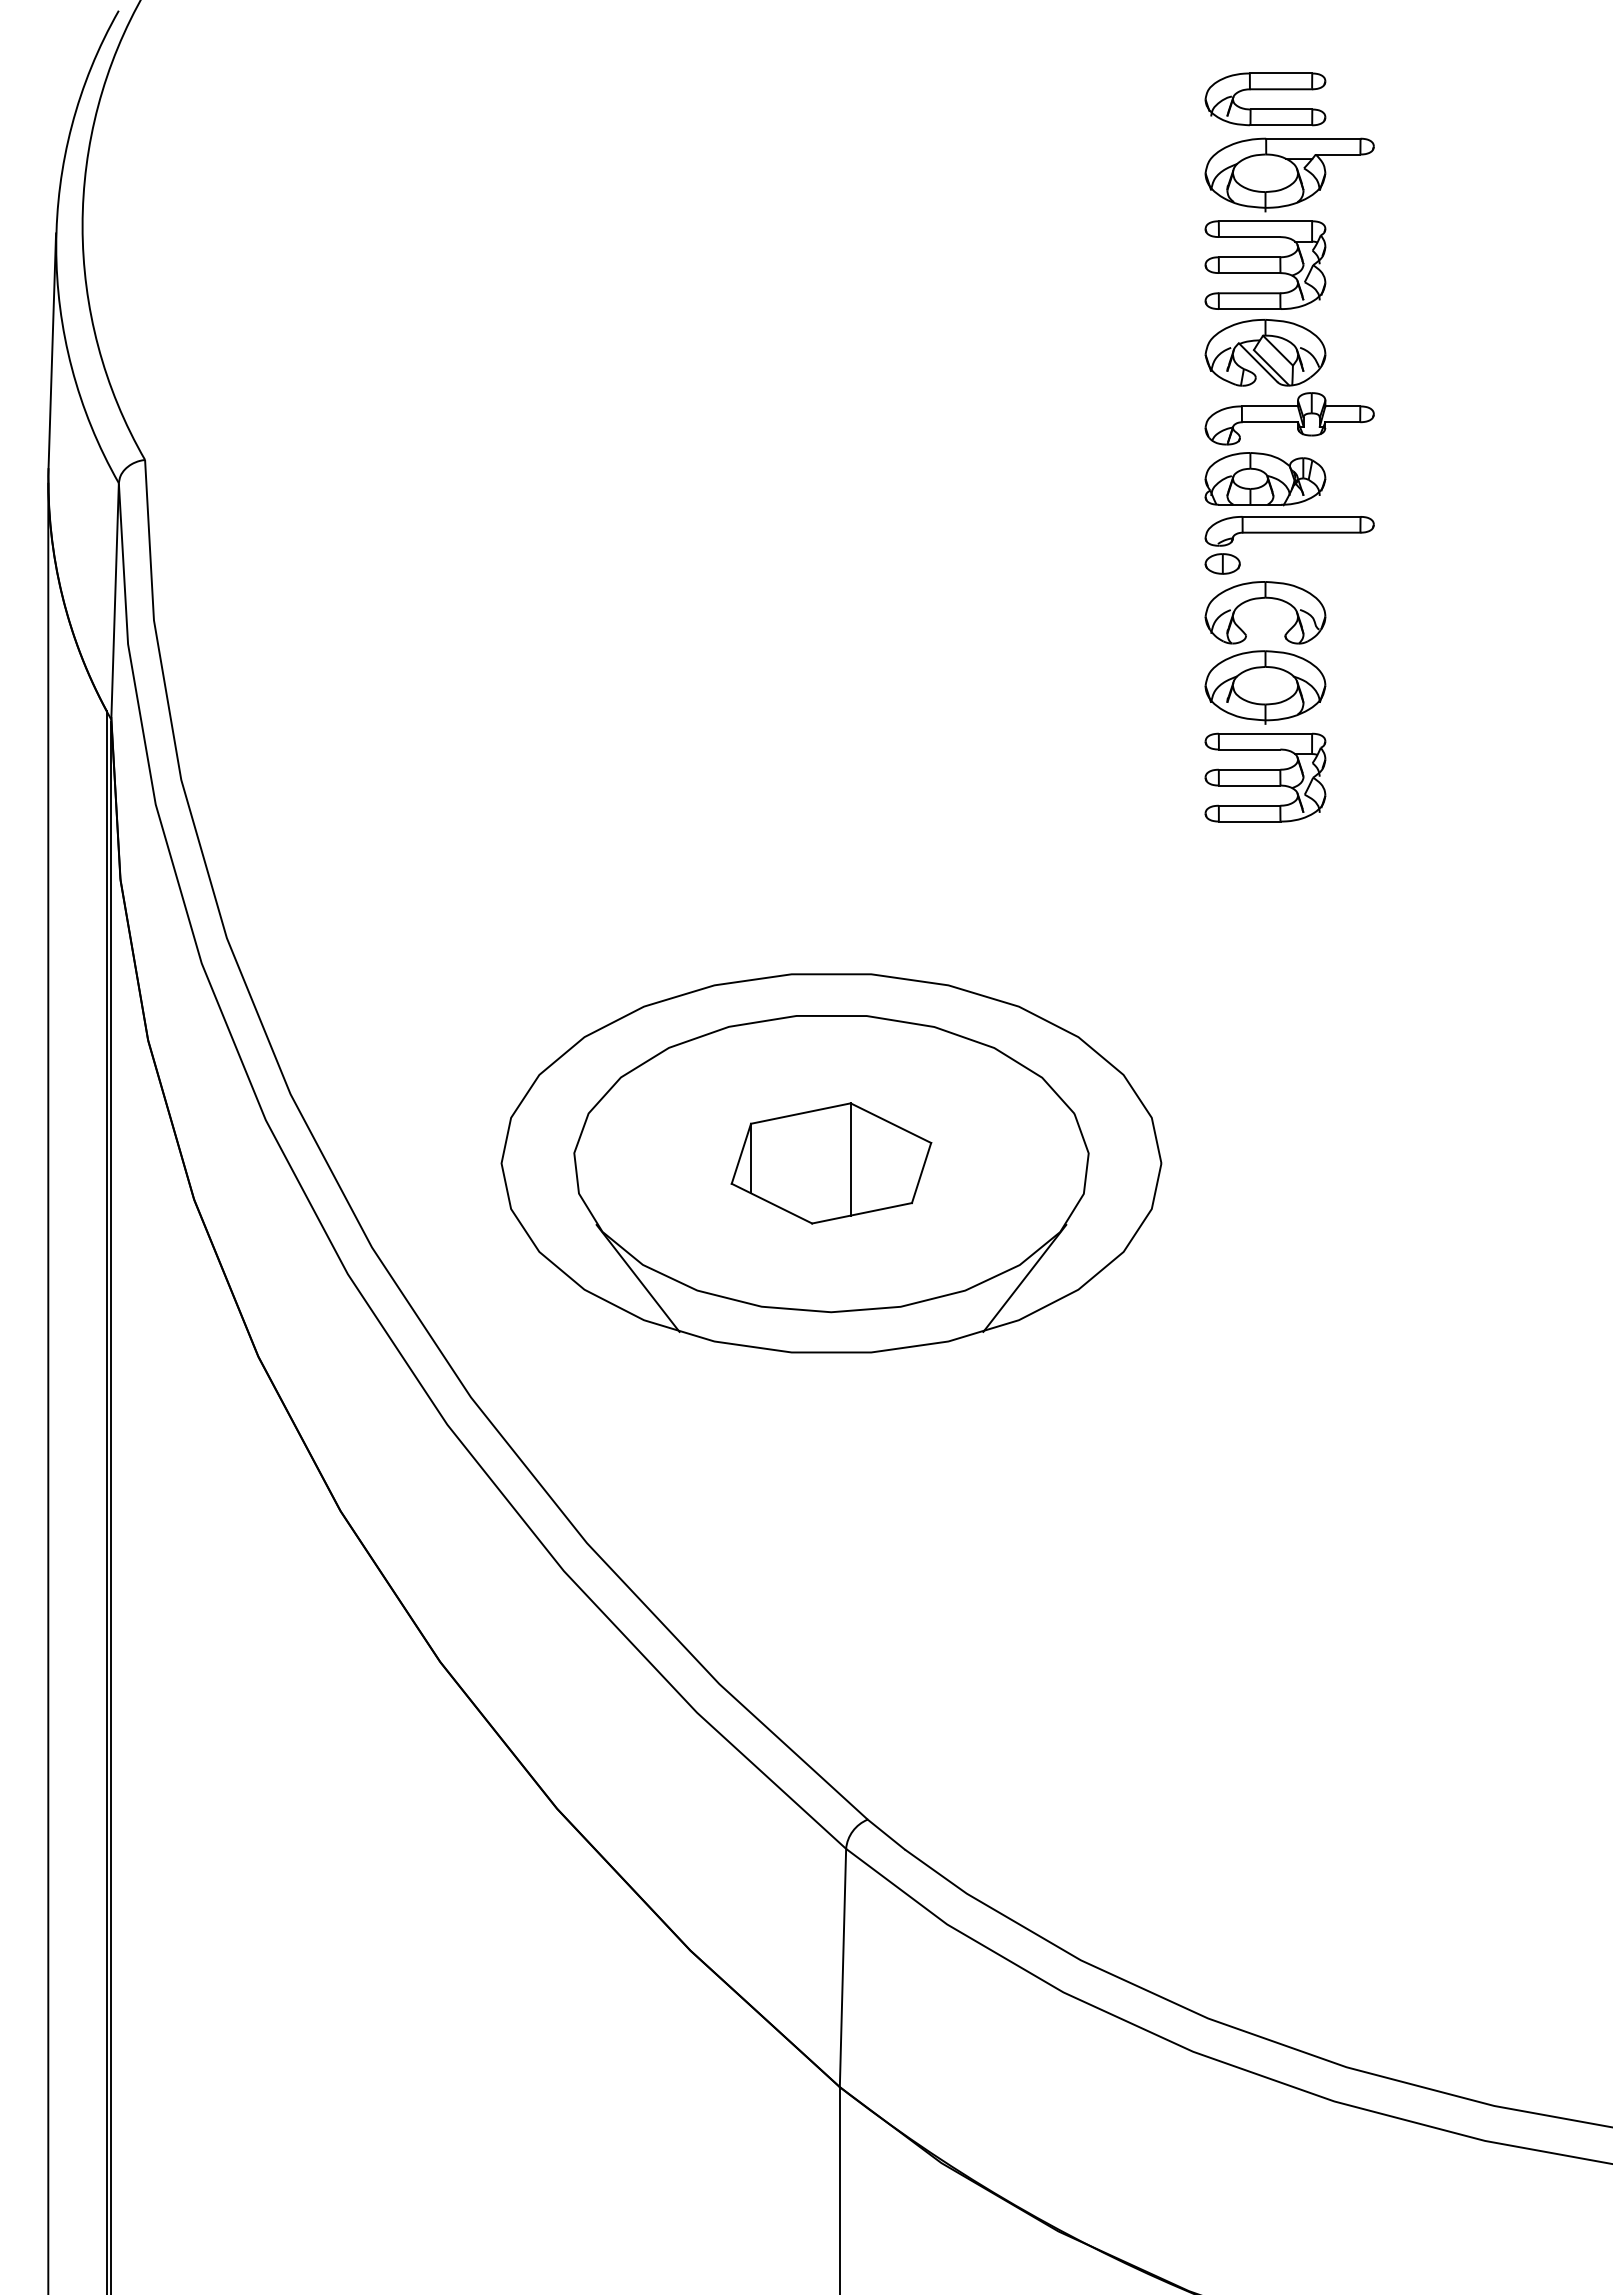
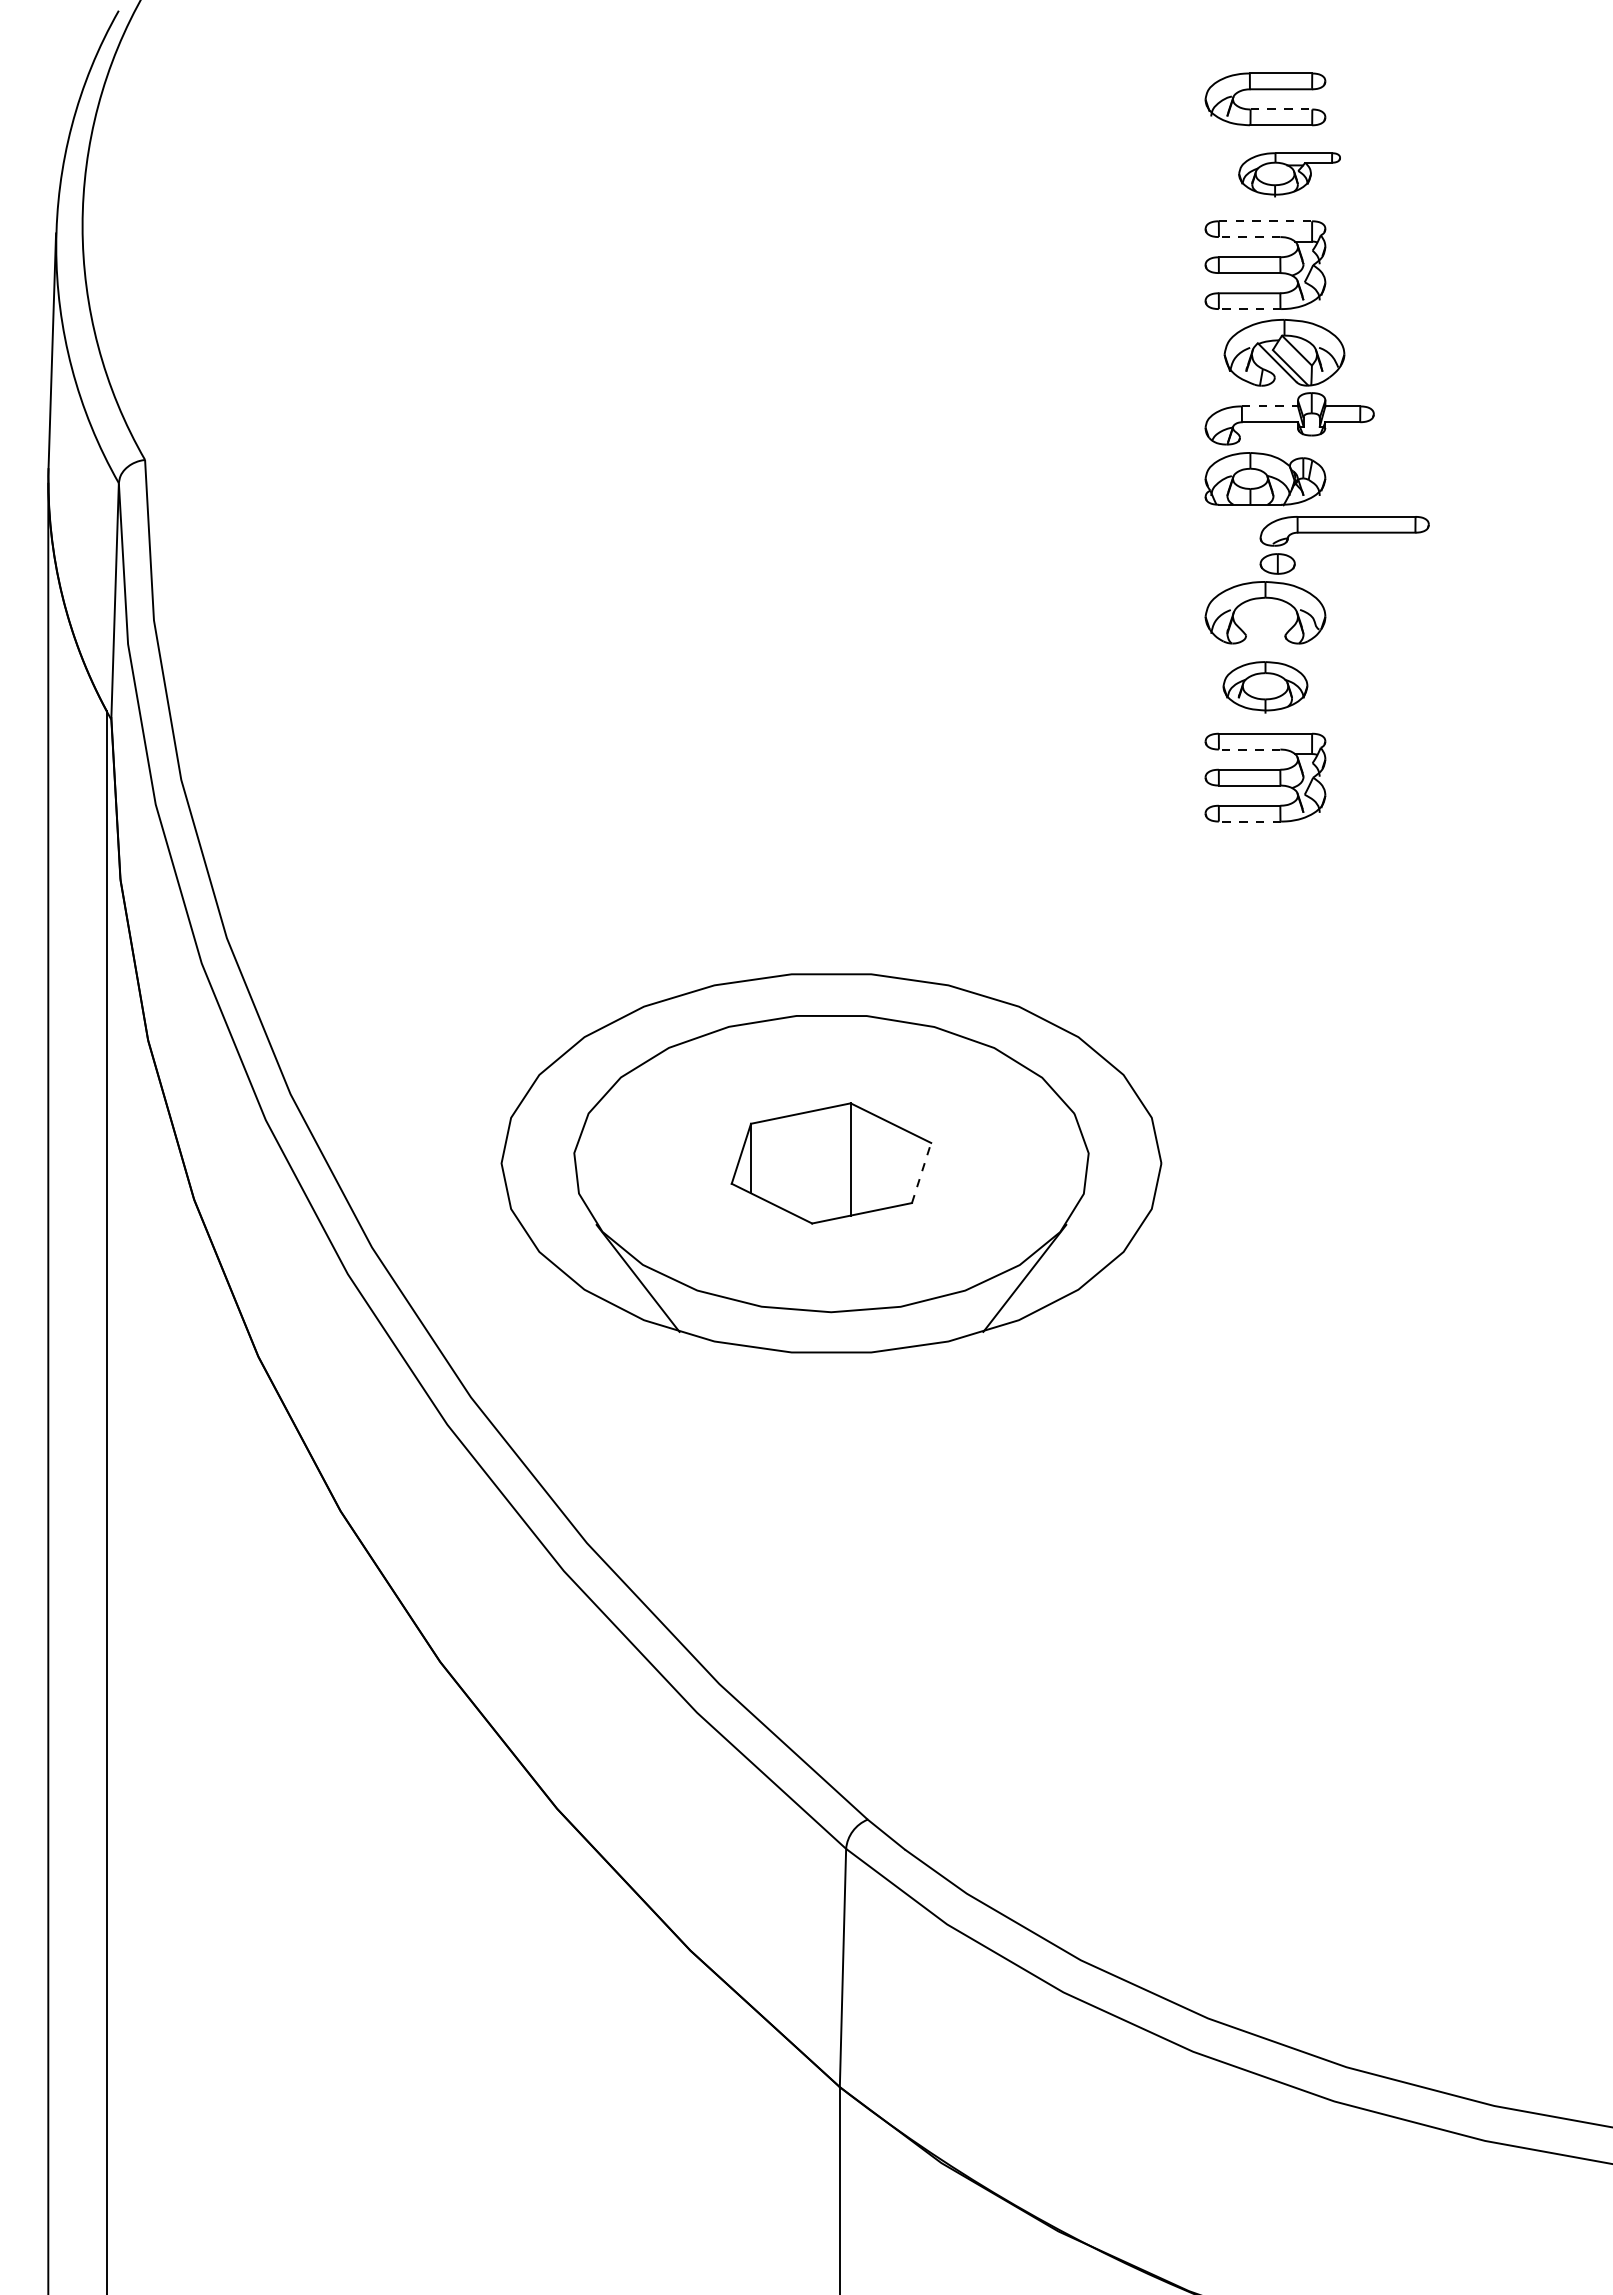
line at (1281, 109): solid -> dashed
part at (1289, 174) size: 171x76 px -> 103x46 px
line at (1265, 221): solid -> dashed
line at (1249, 237): solid -> dashed
line at (1249, 309): solid -> dashed
part at (1265, 352) position: (1265, 352) -> (1284, 352)
line at (1270, 406): solid -> dashed
part at (1289, 533) position: (1289, 533) -> (1344, 533)
part at (1265, 687) size: 123x75 px -> 87x53 px
line at (1249, 749): solid -> dashed
line at (1249, 821): solid -> dashed
line at (921, 1173): solid -> dashed
line at (111, 1506): present -> none
